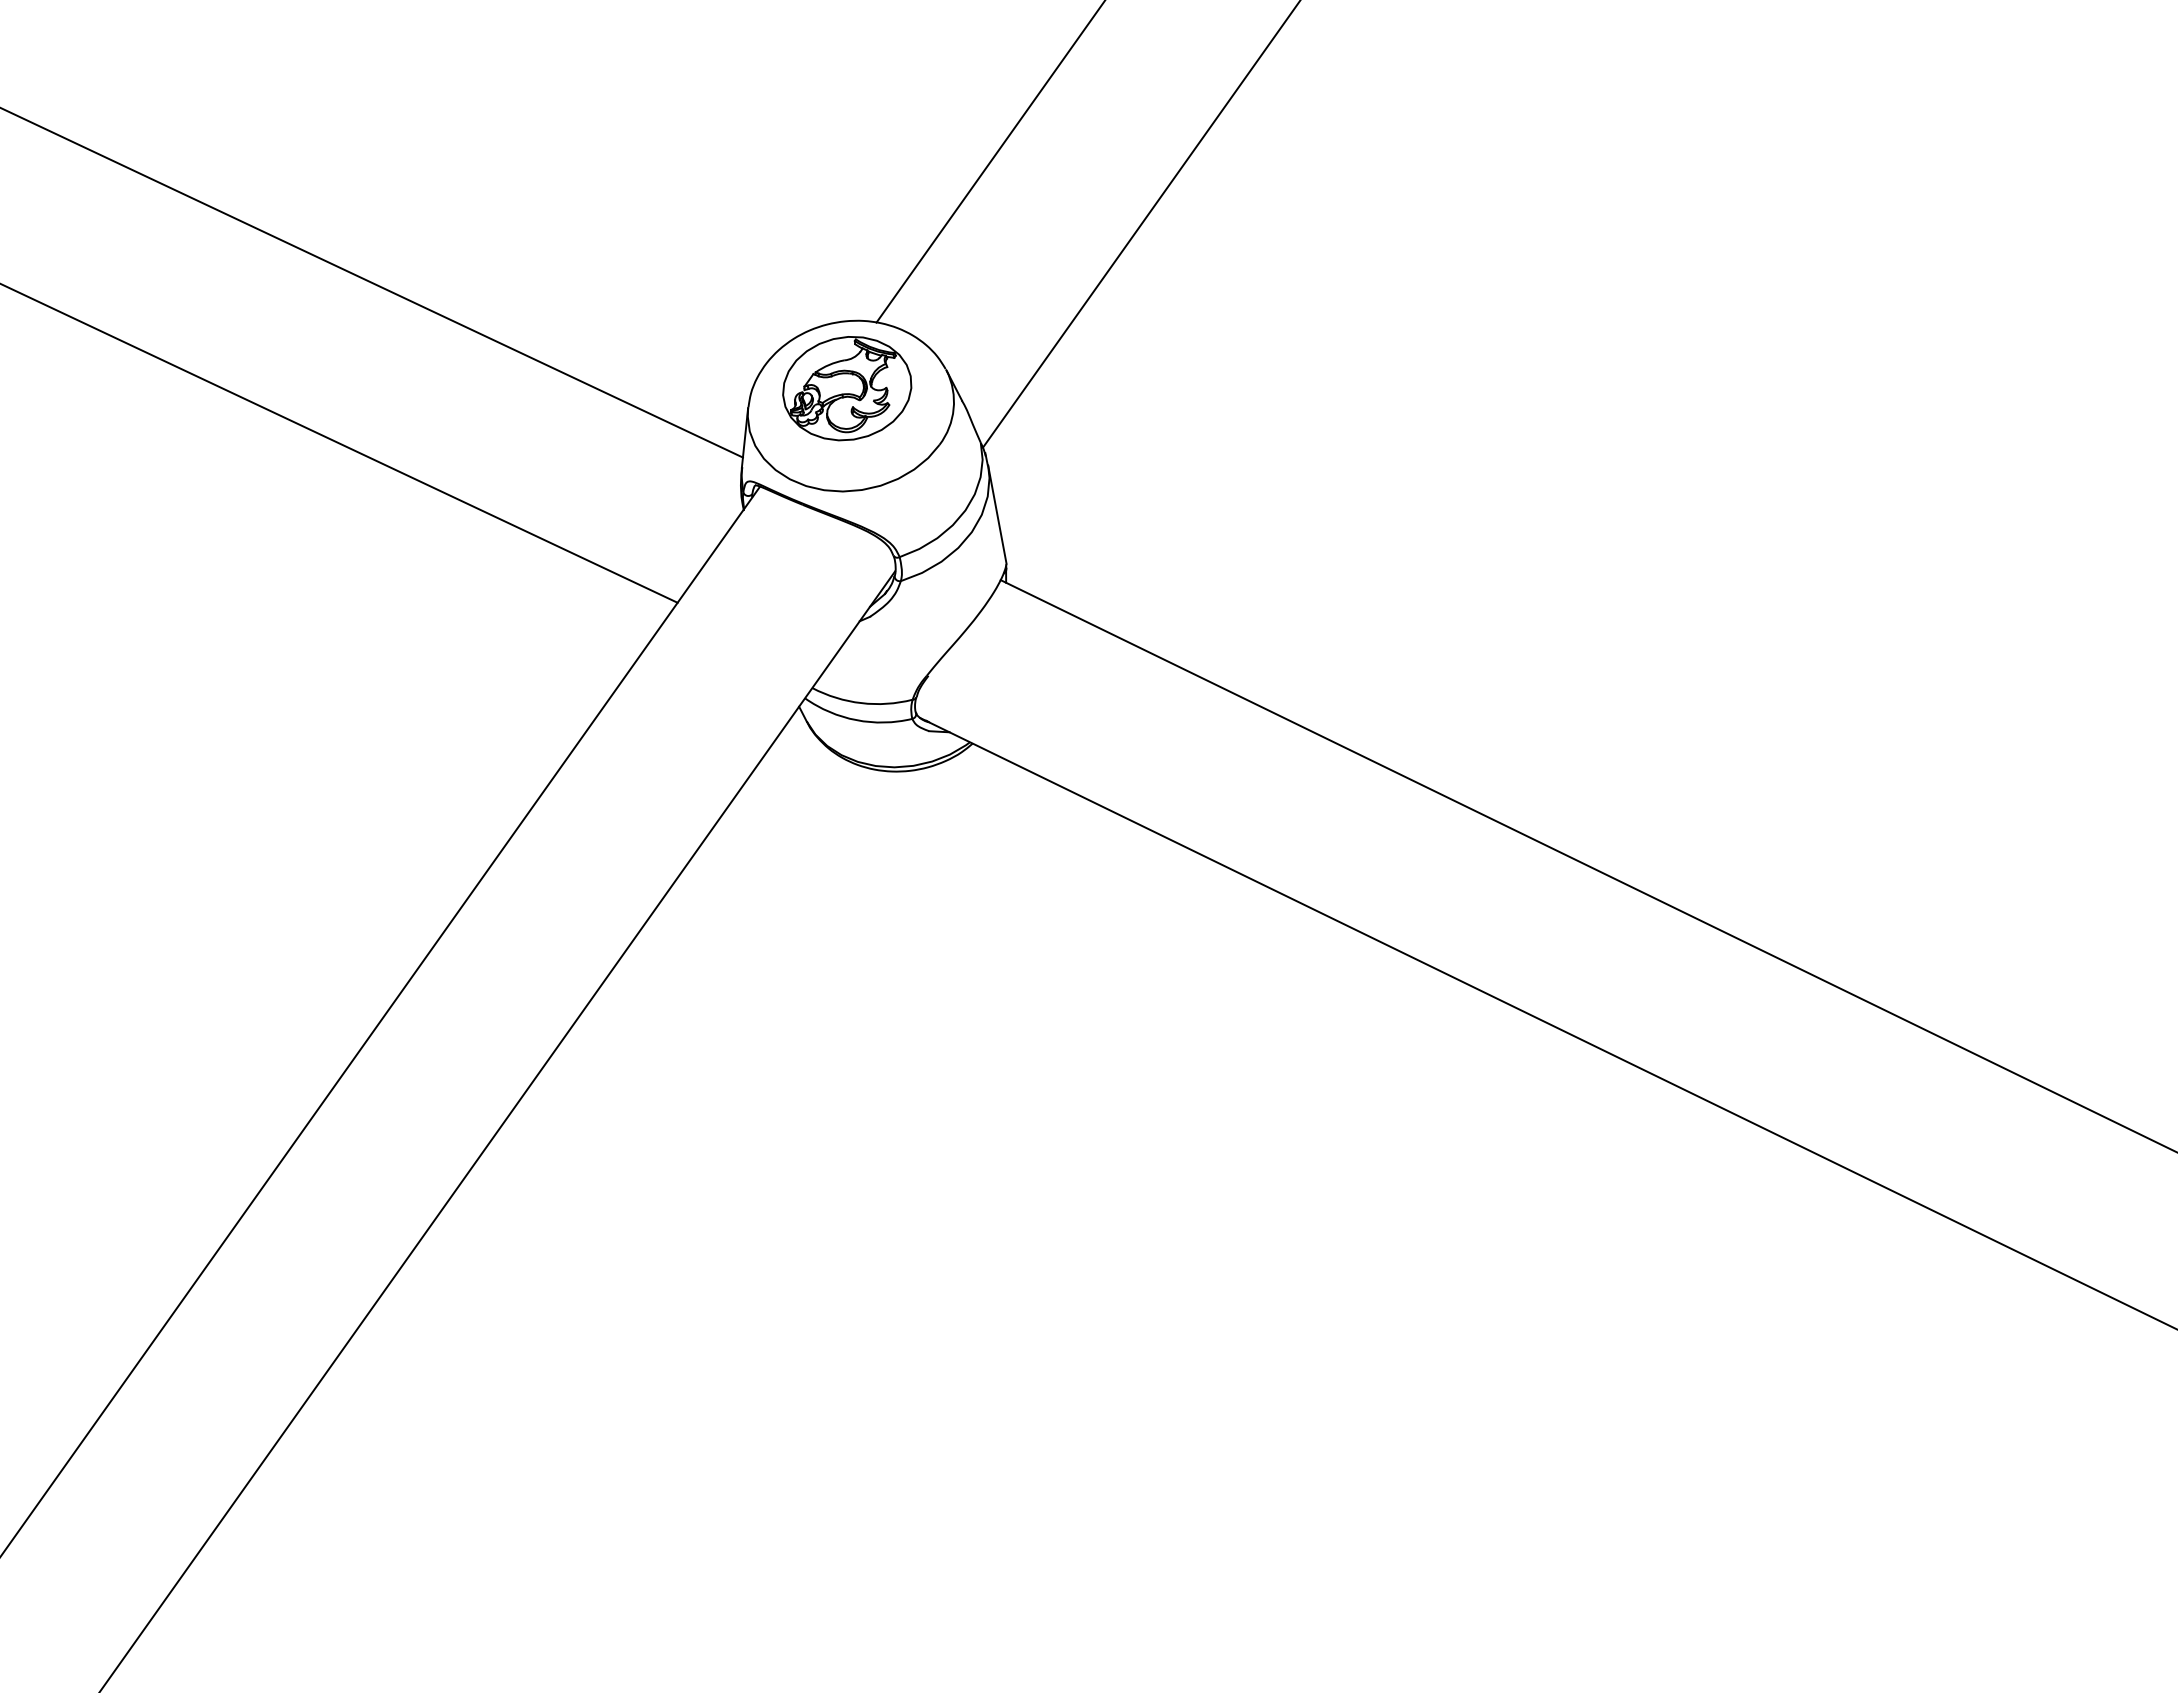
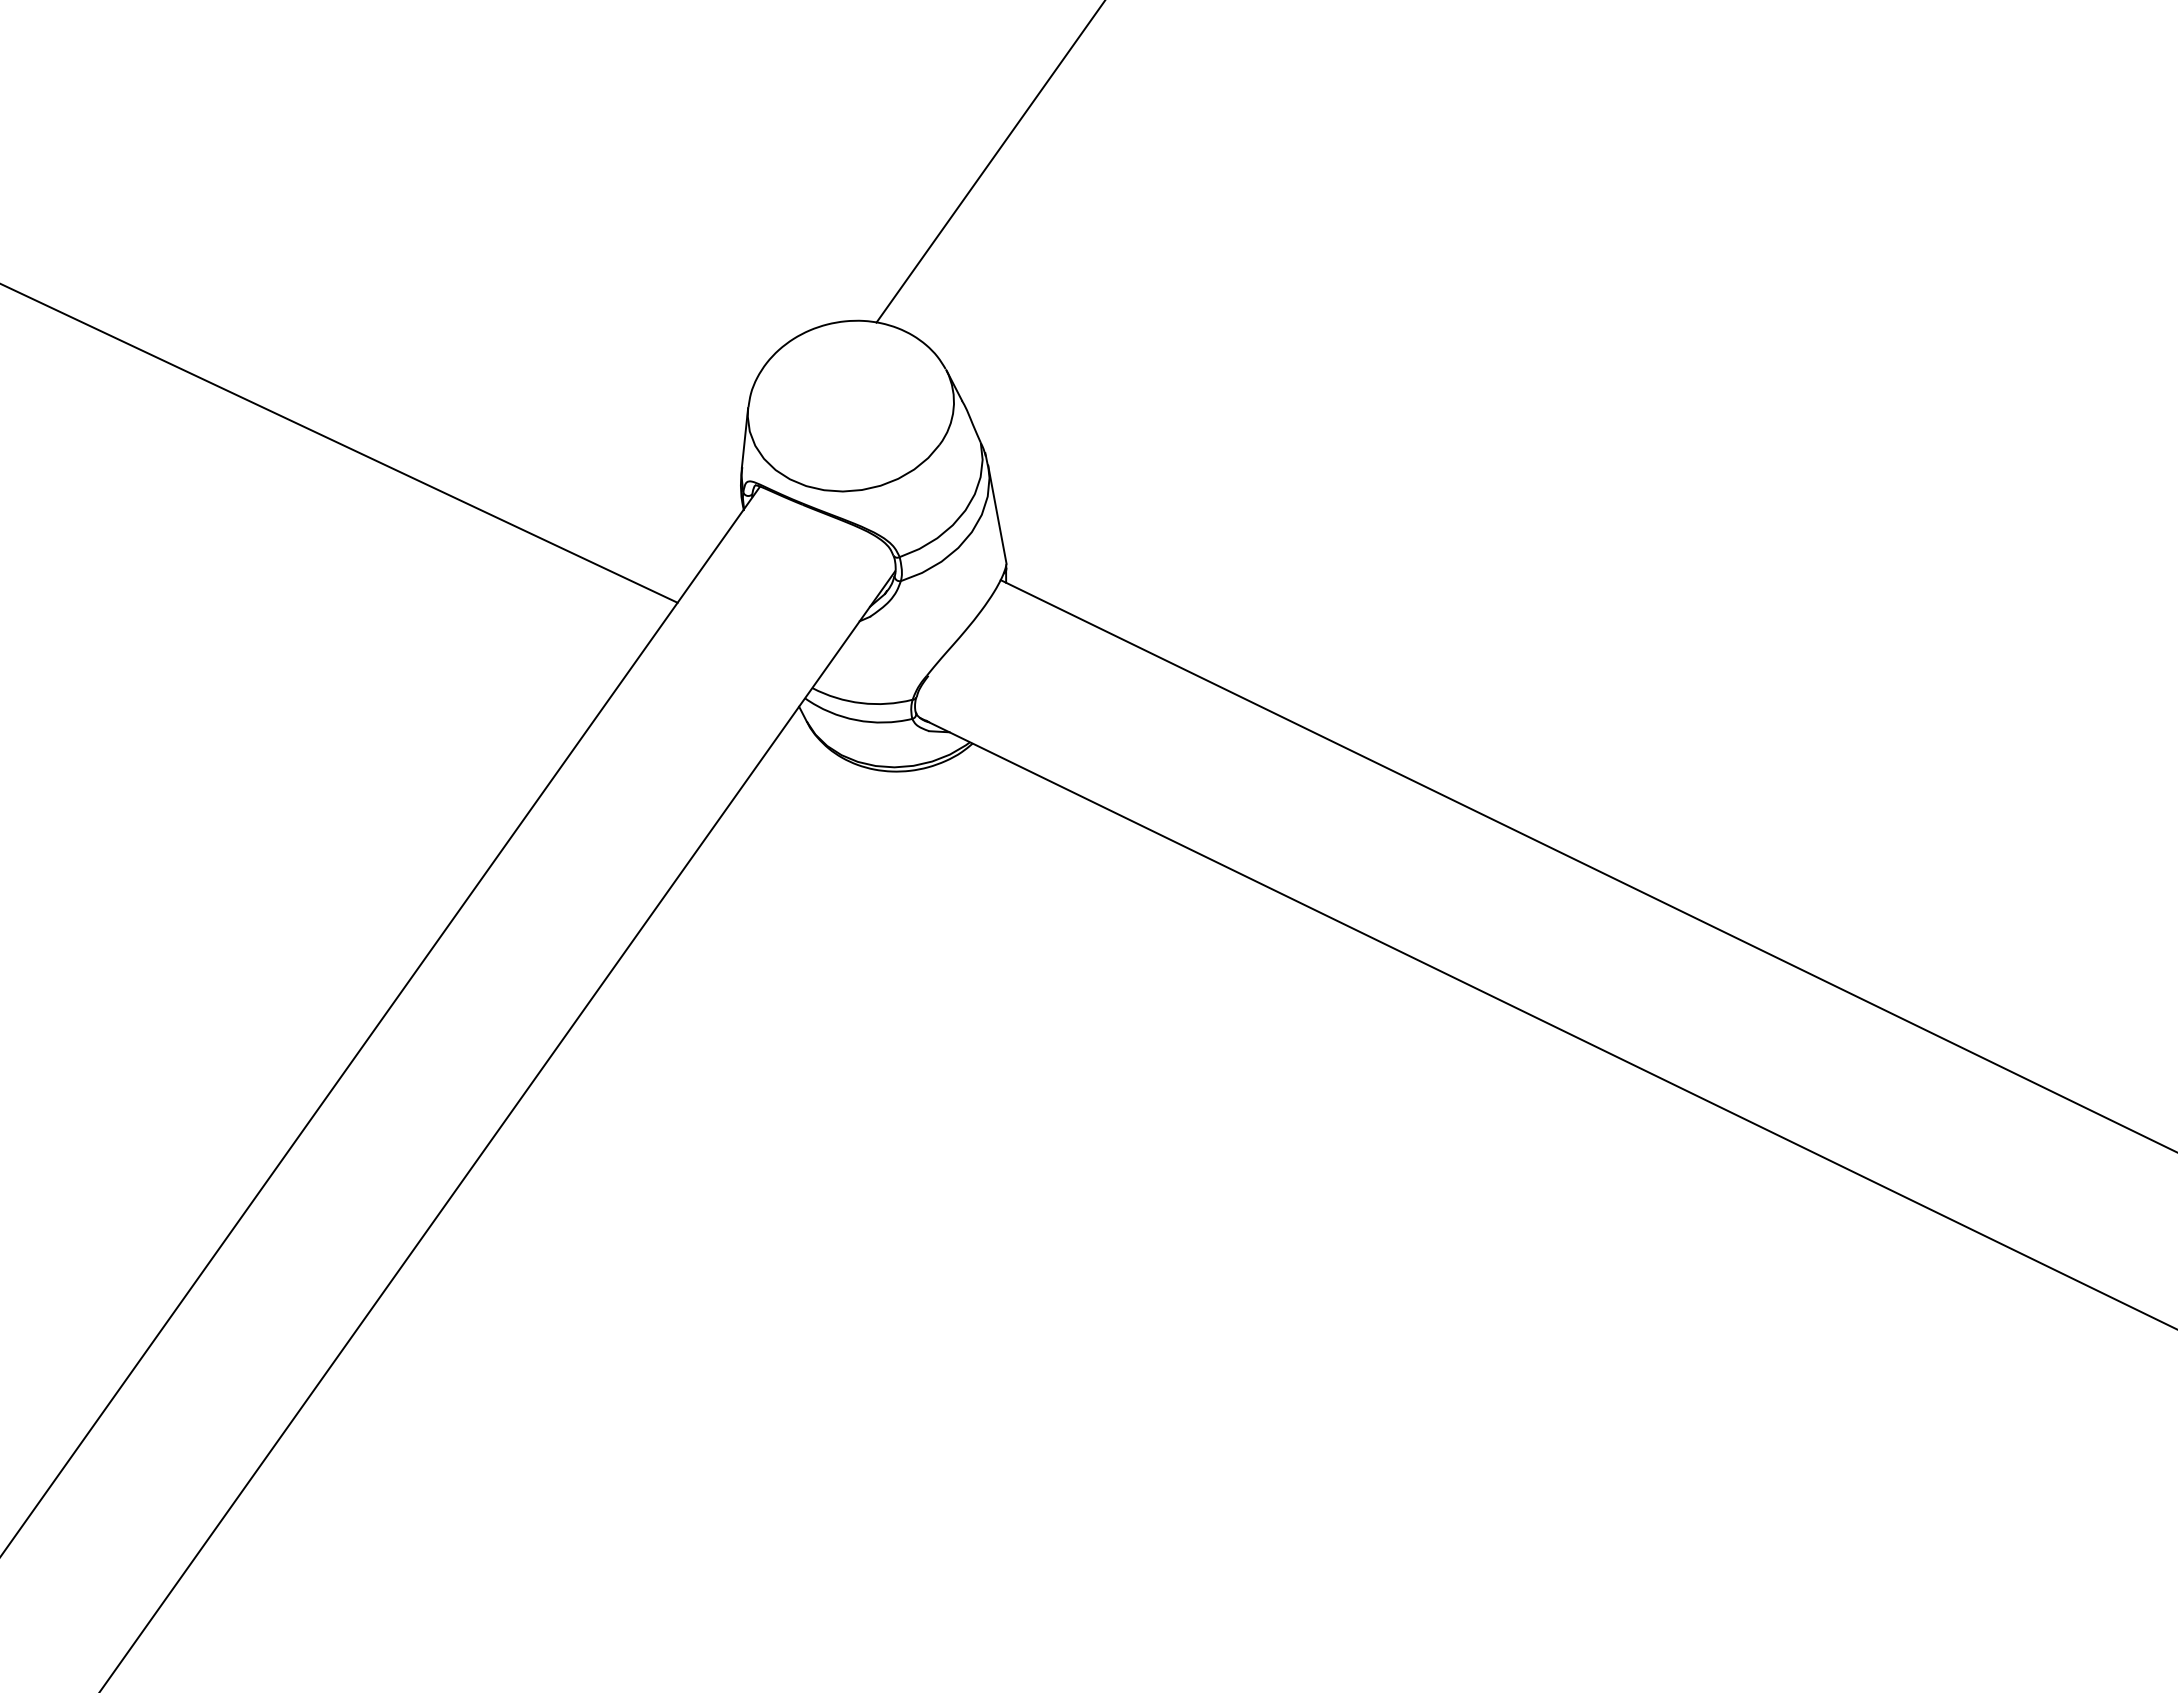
line at (1140, 224): present -> none
line at (372, 283): present -> none
part at (847, 388): present -> none
